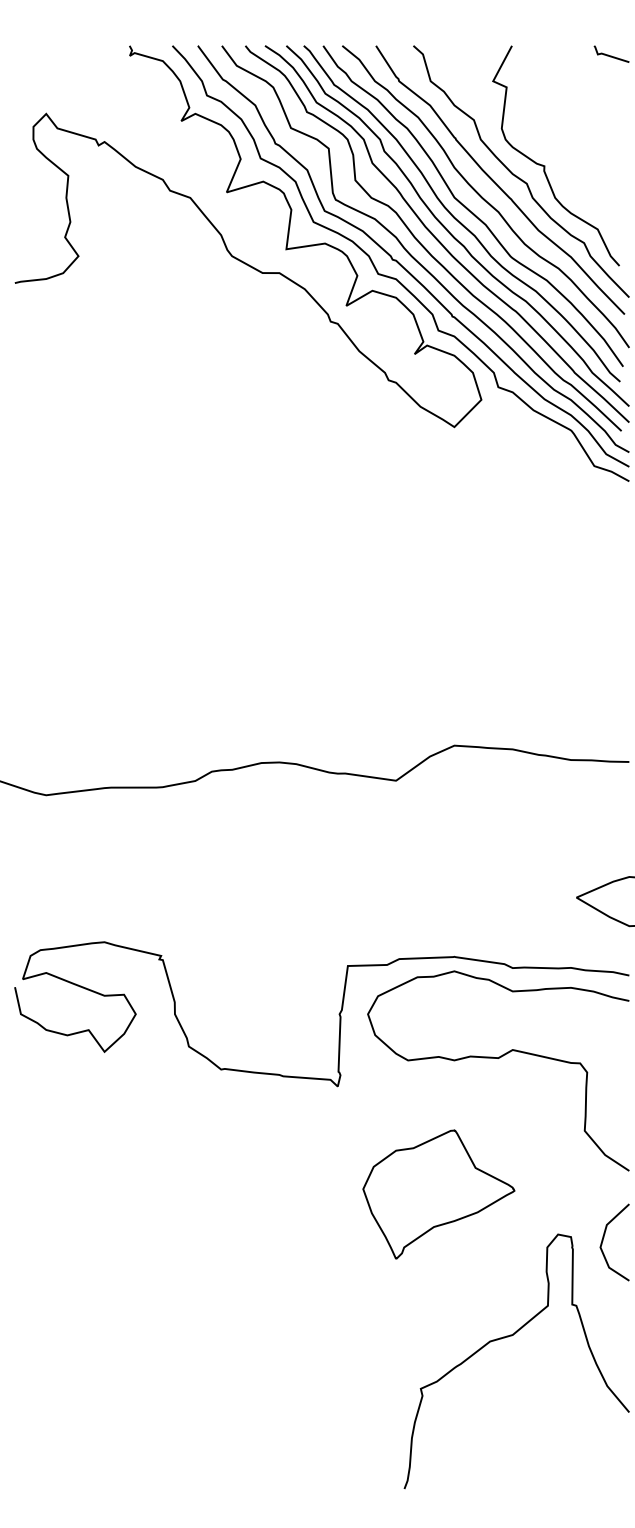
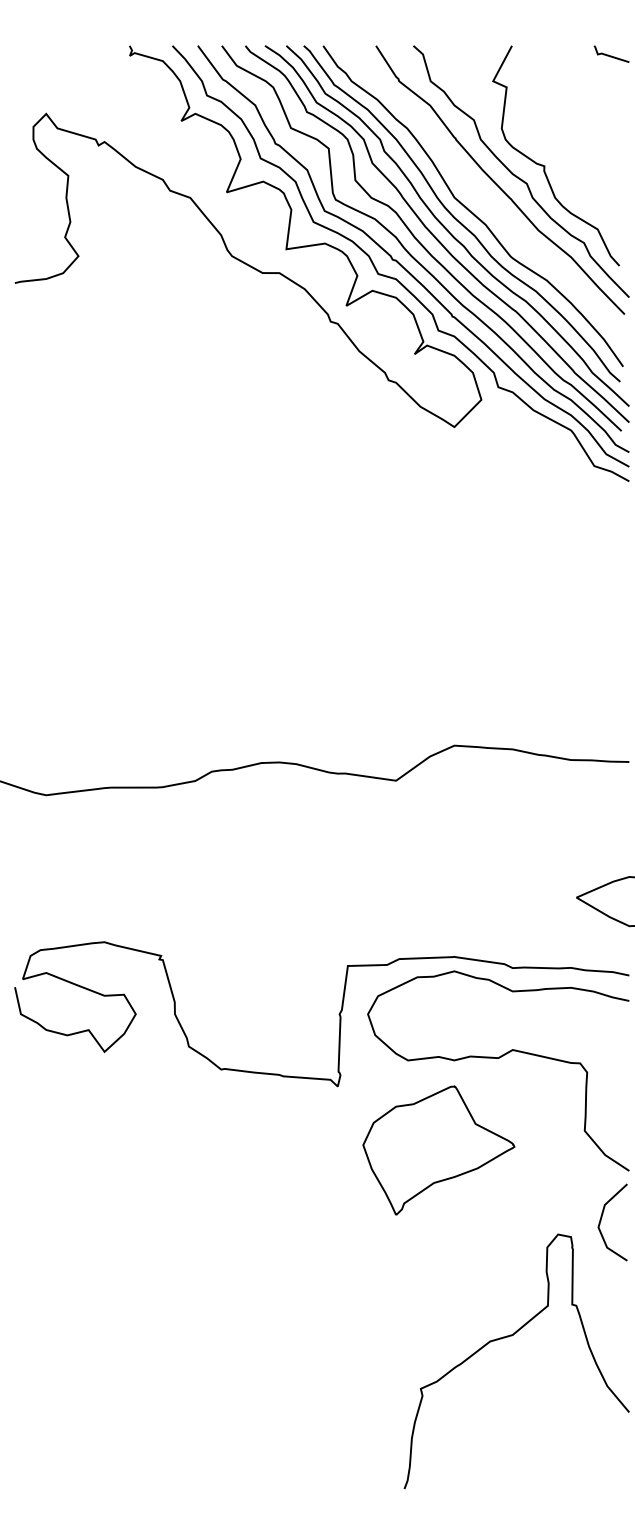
curve at (483, 197): present -> none
part at (438, 1194) position: (438, 1194) -> (438, 1150)
line at (603, 1241) position: (603, 1241) -> (601, 1221)
